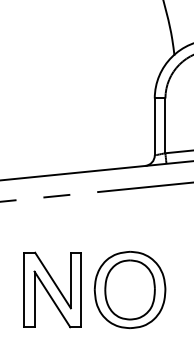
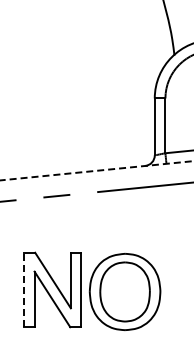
line at (97, 170): solid -> dashed
line at (24, 289): solid -> dashed
part at (129, 289) position: (129, 289) -> (124, 291)
